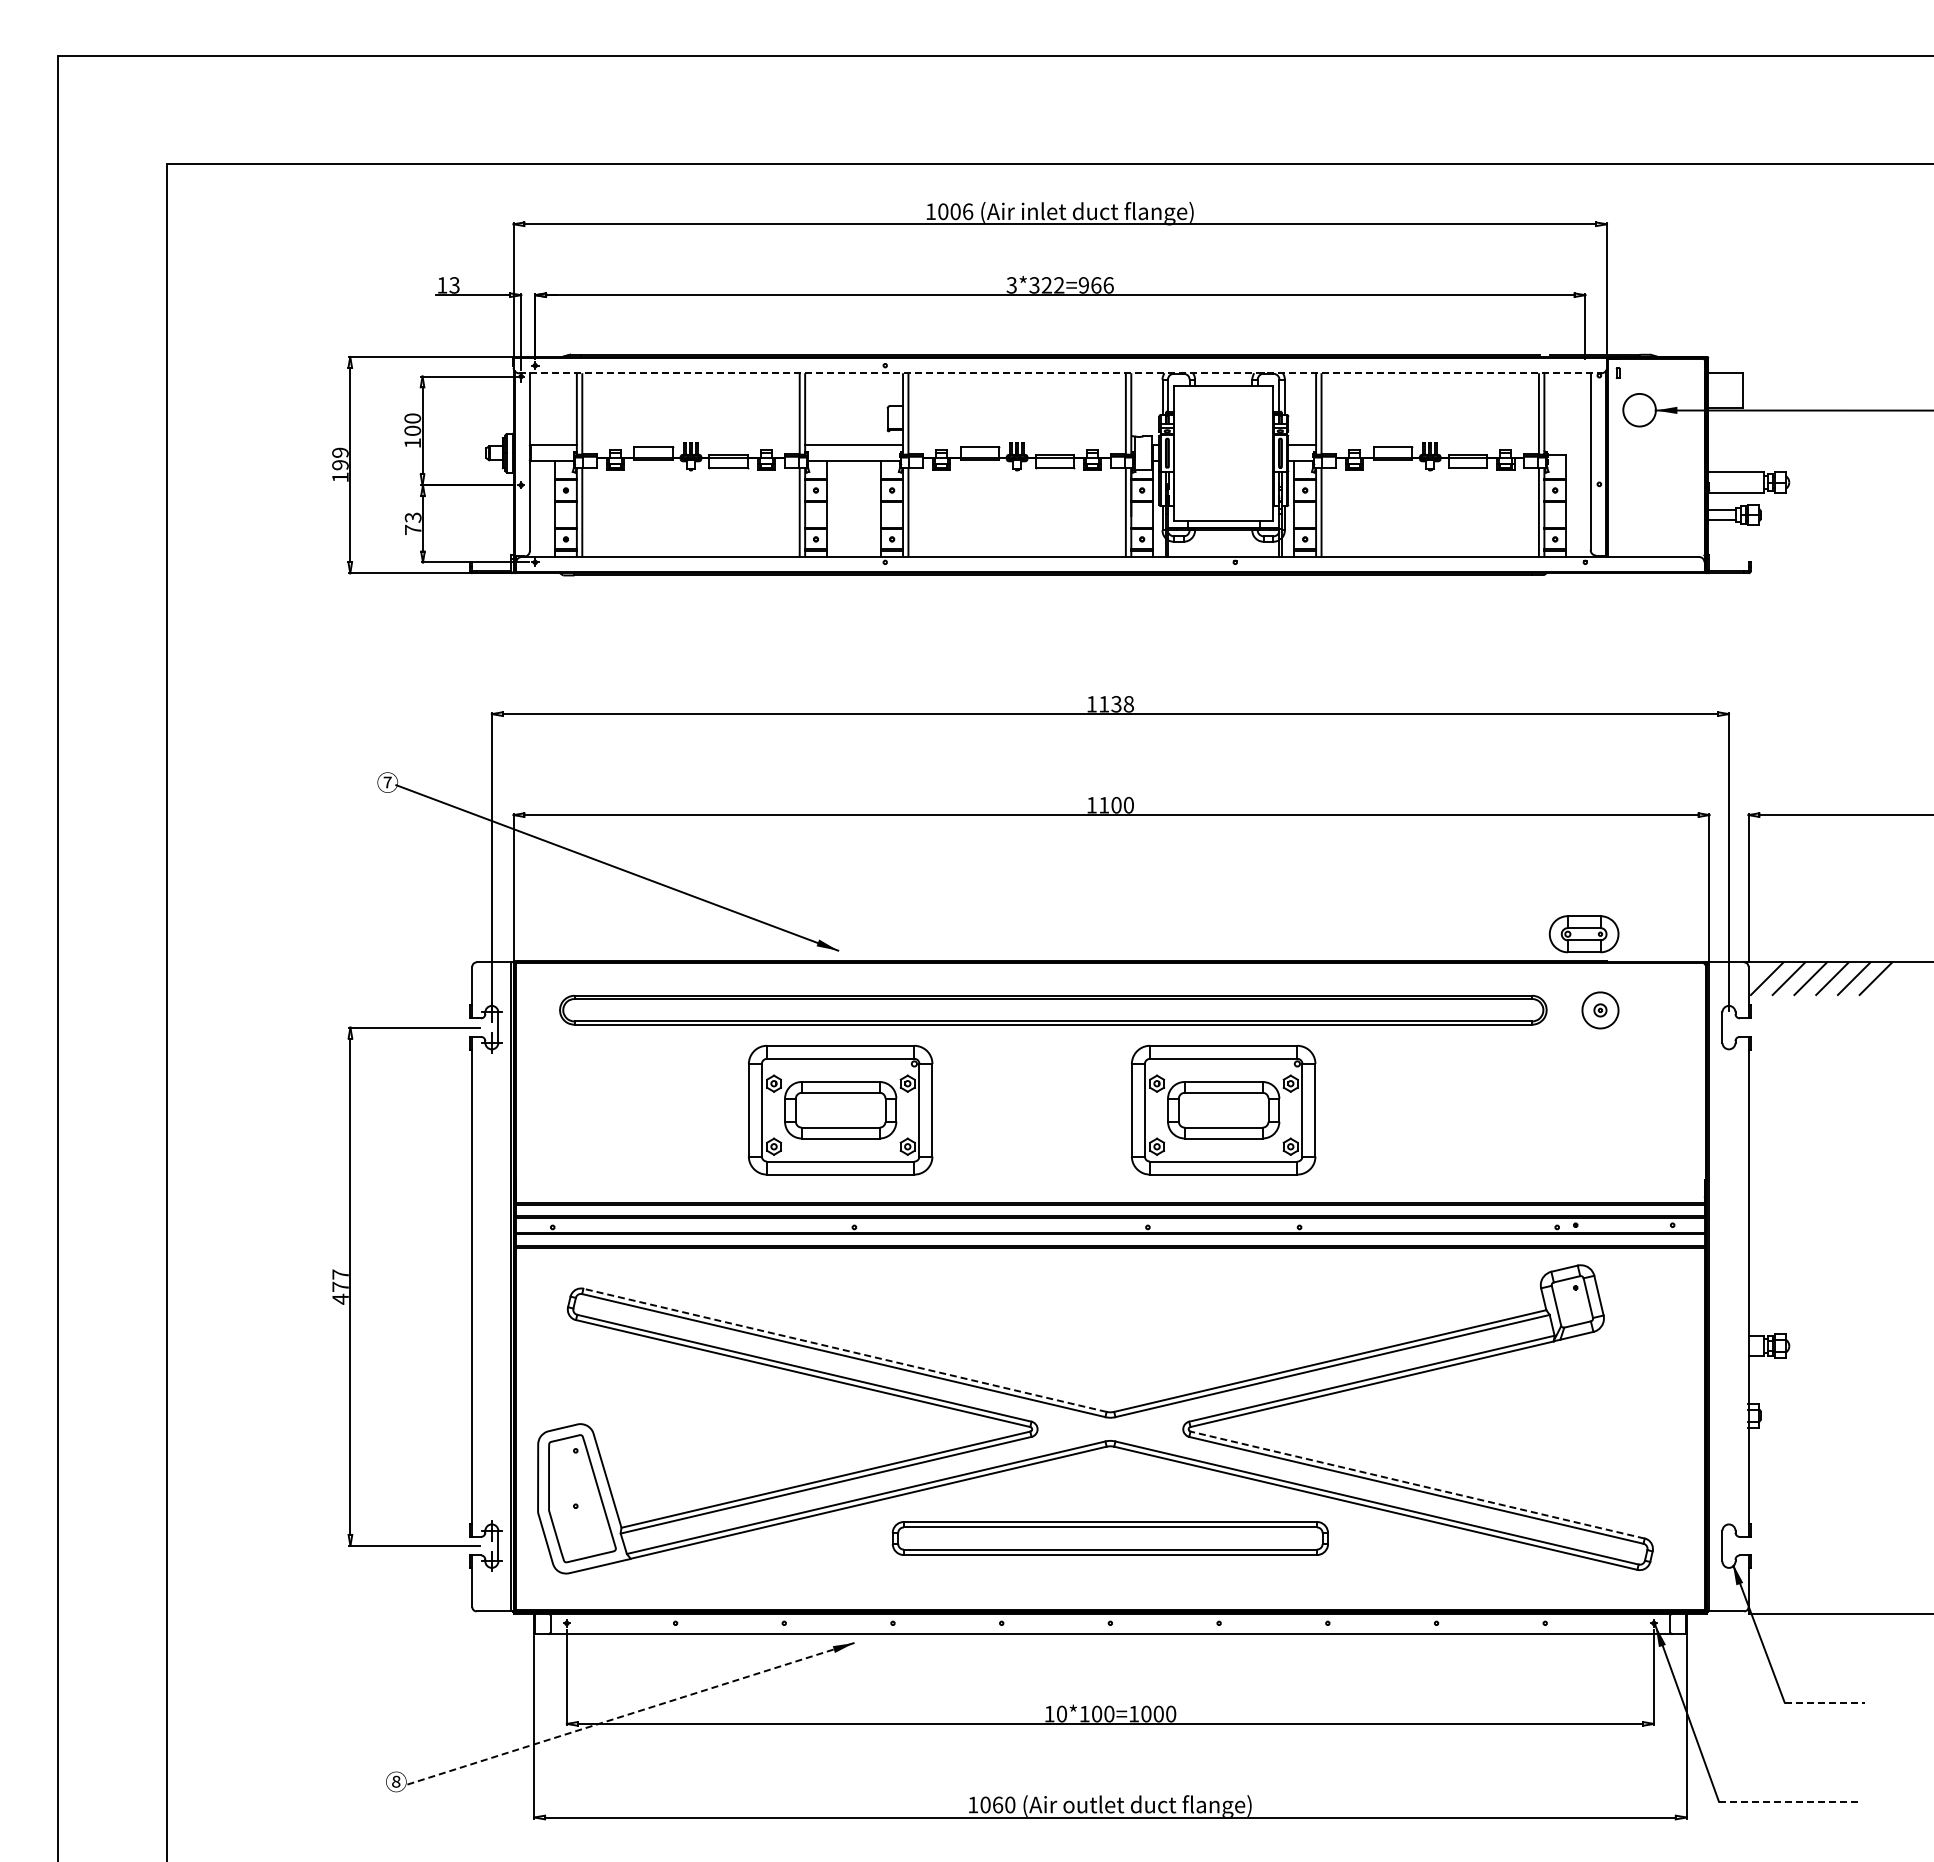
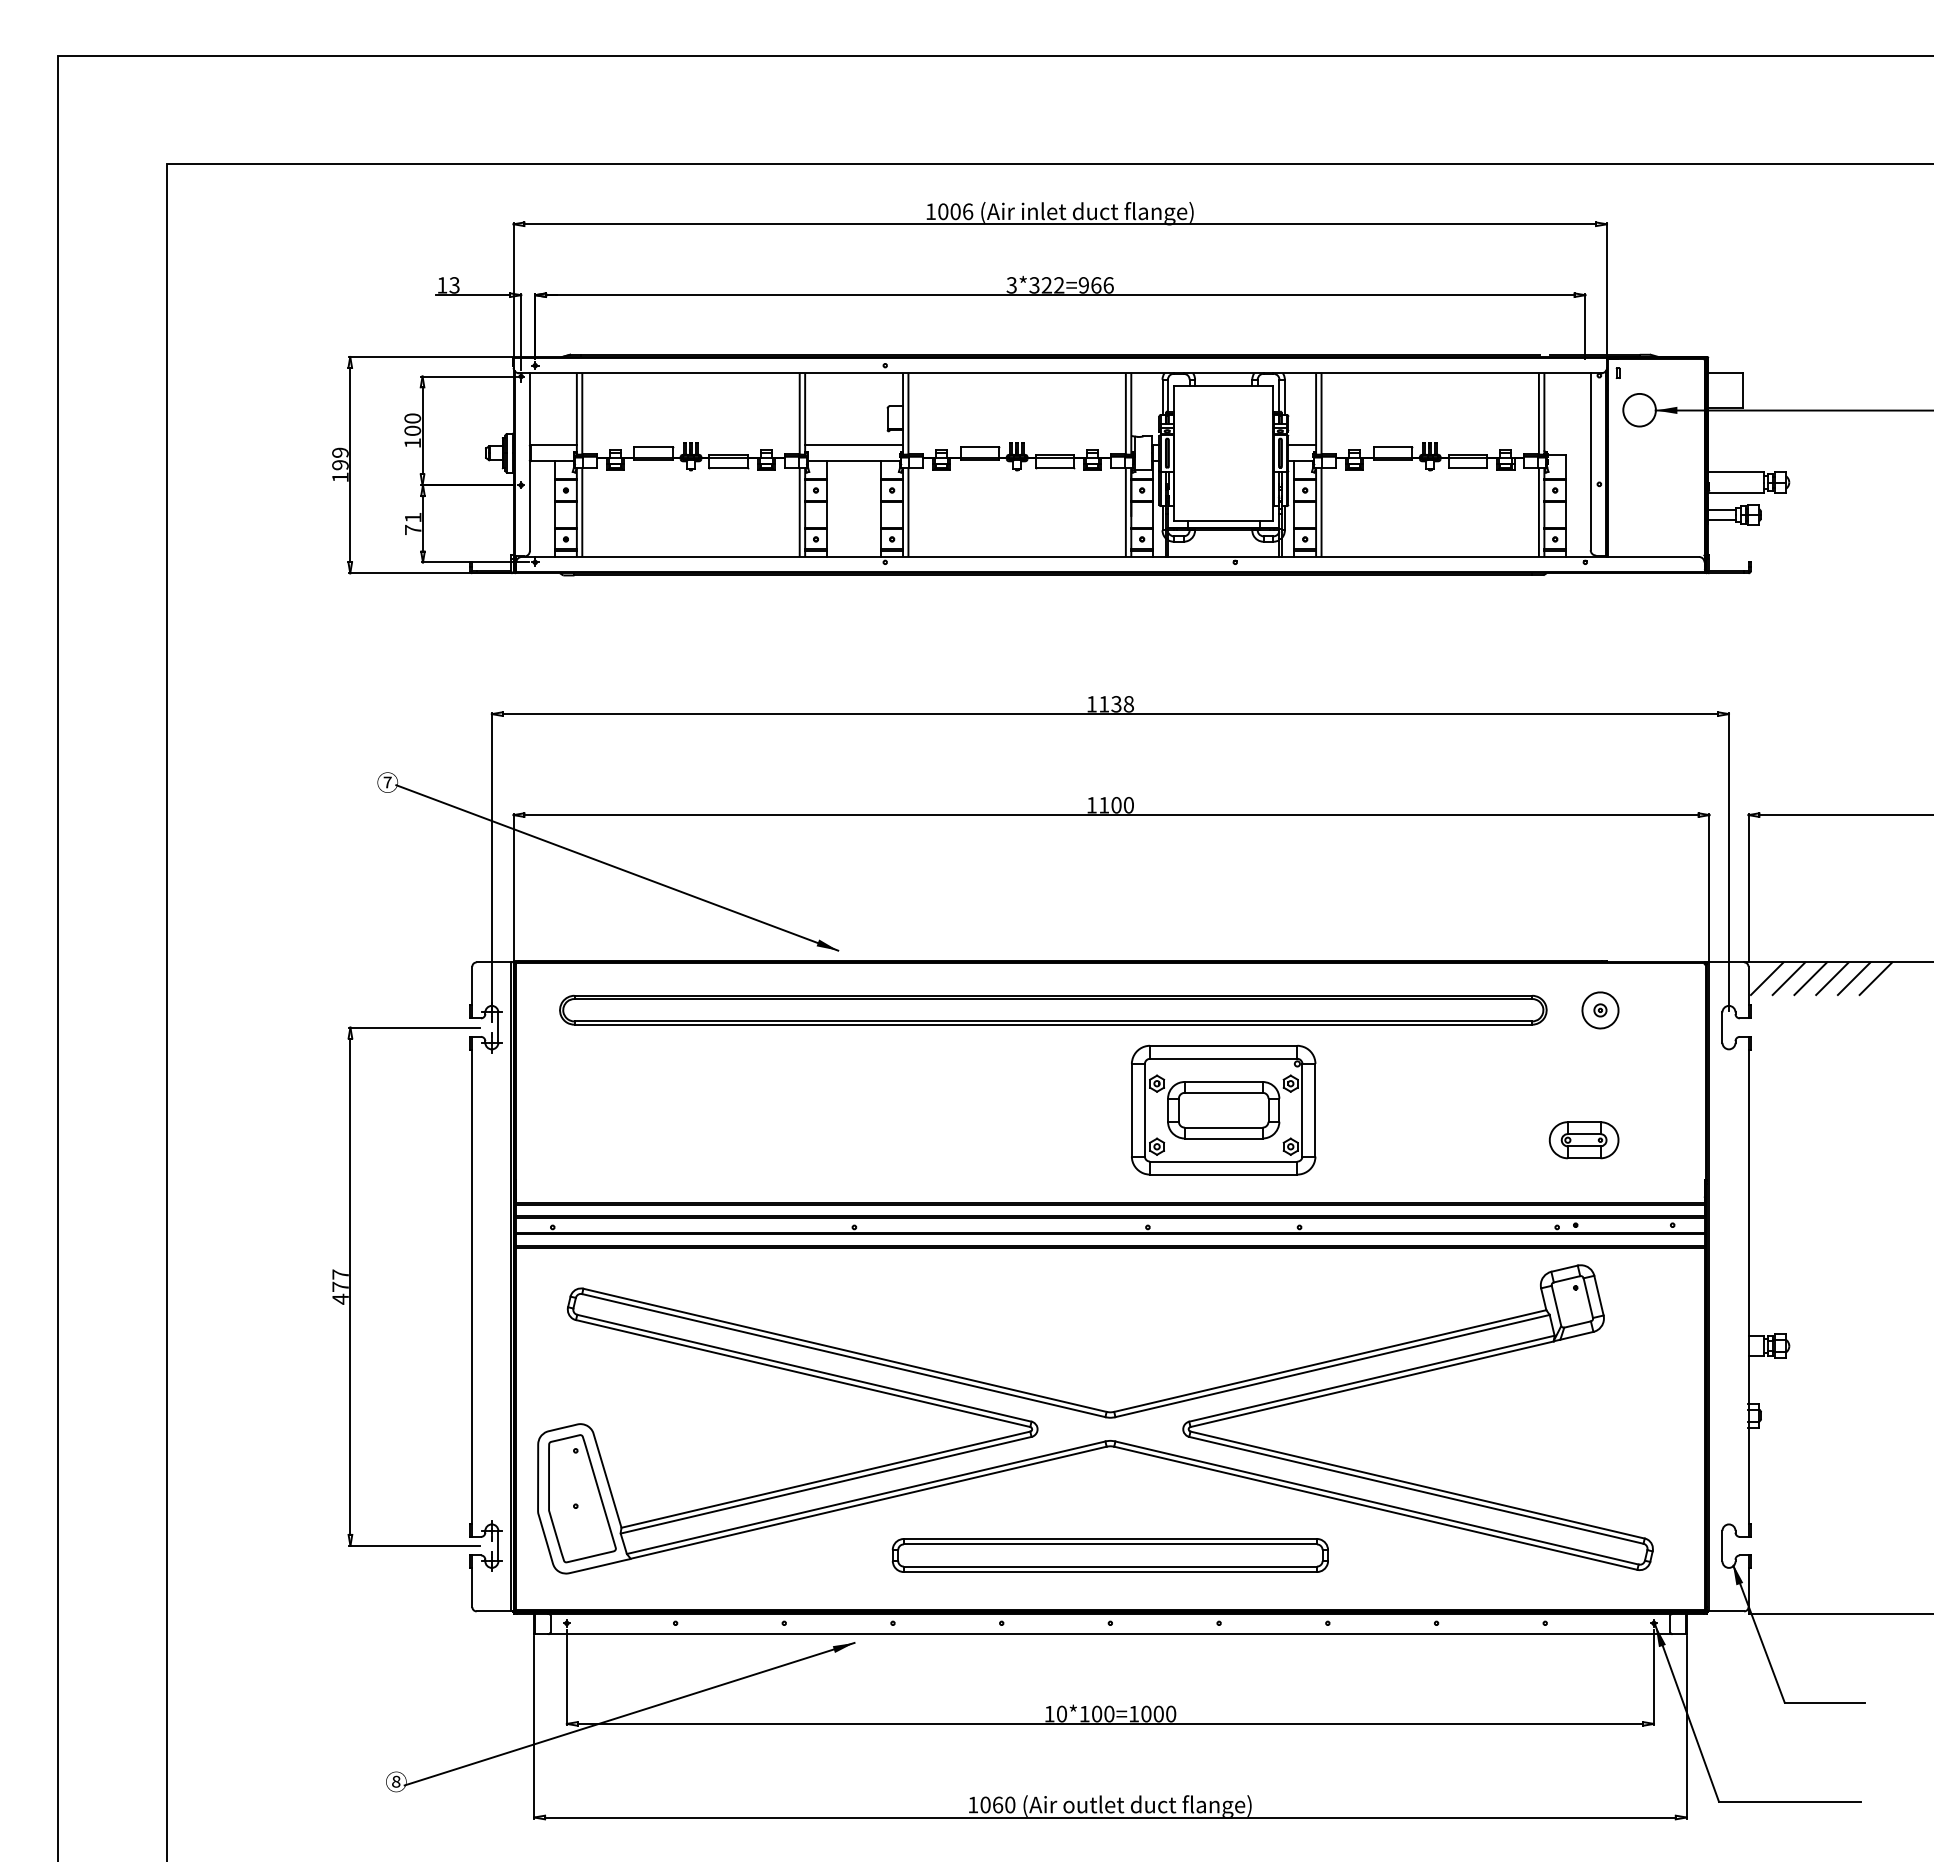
line at (1060, 373): dashed -> solid
text at (412, 517): 73 -> 71
part at (1583, 934) position: (1583, 934) -> (1583, 1140)
part at (840, 1109): present -> none
line at (845, 1350): dashed -> solid
line at (1417, 1484): dashed -> solid
part at (1109, 1538) position: (1109, 1538) -> (1109, 1555)
line at (1825, 1702): dashed -> solid
line at (629, 1714): dashed -> solid
line at (1789, 1801): dashed -> solid
